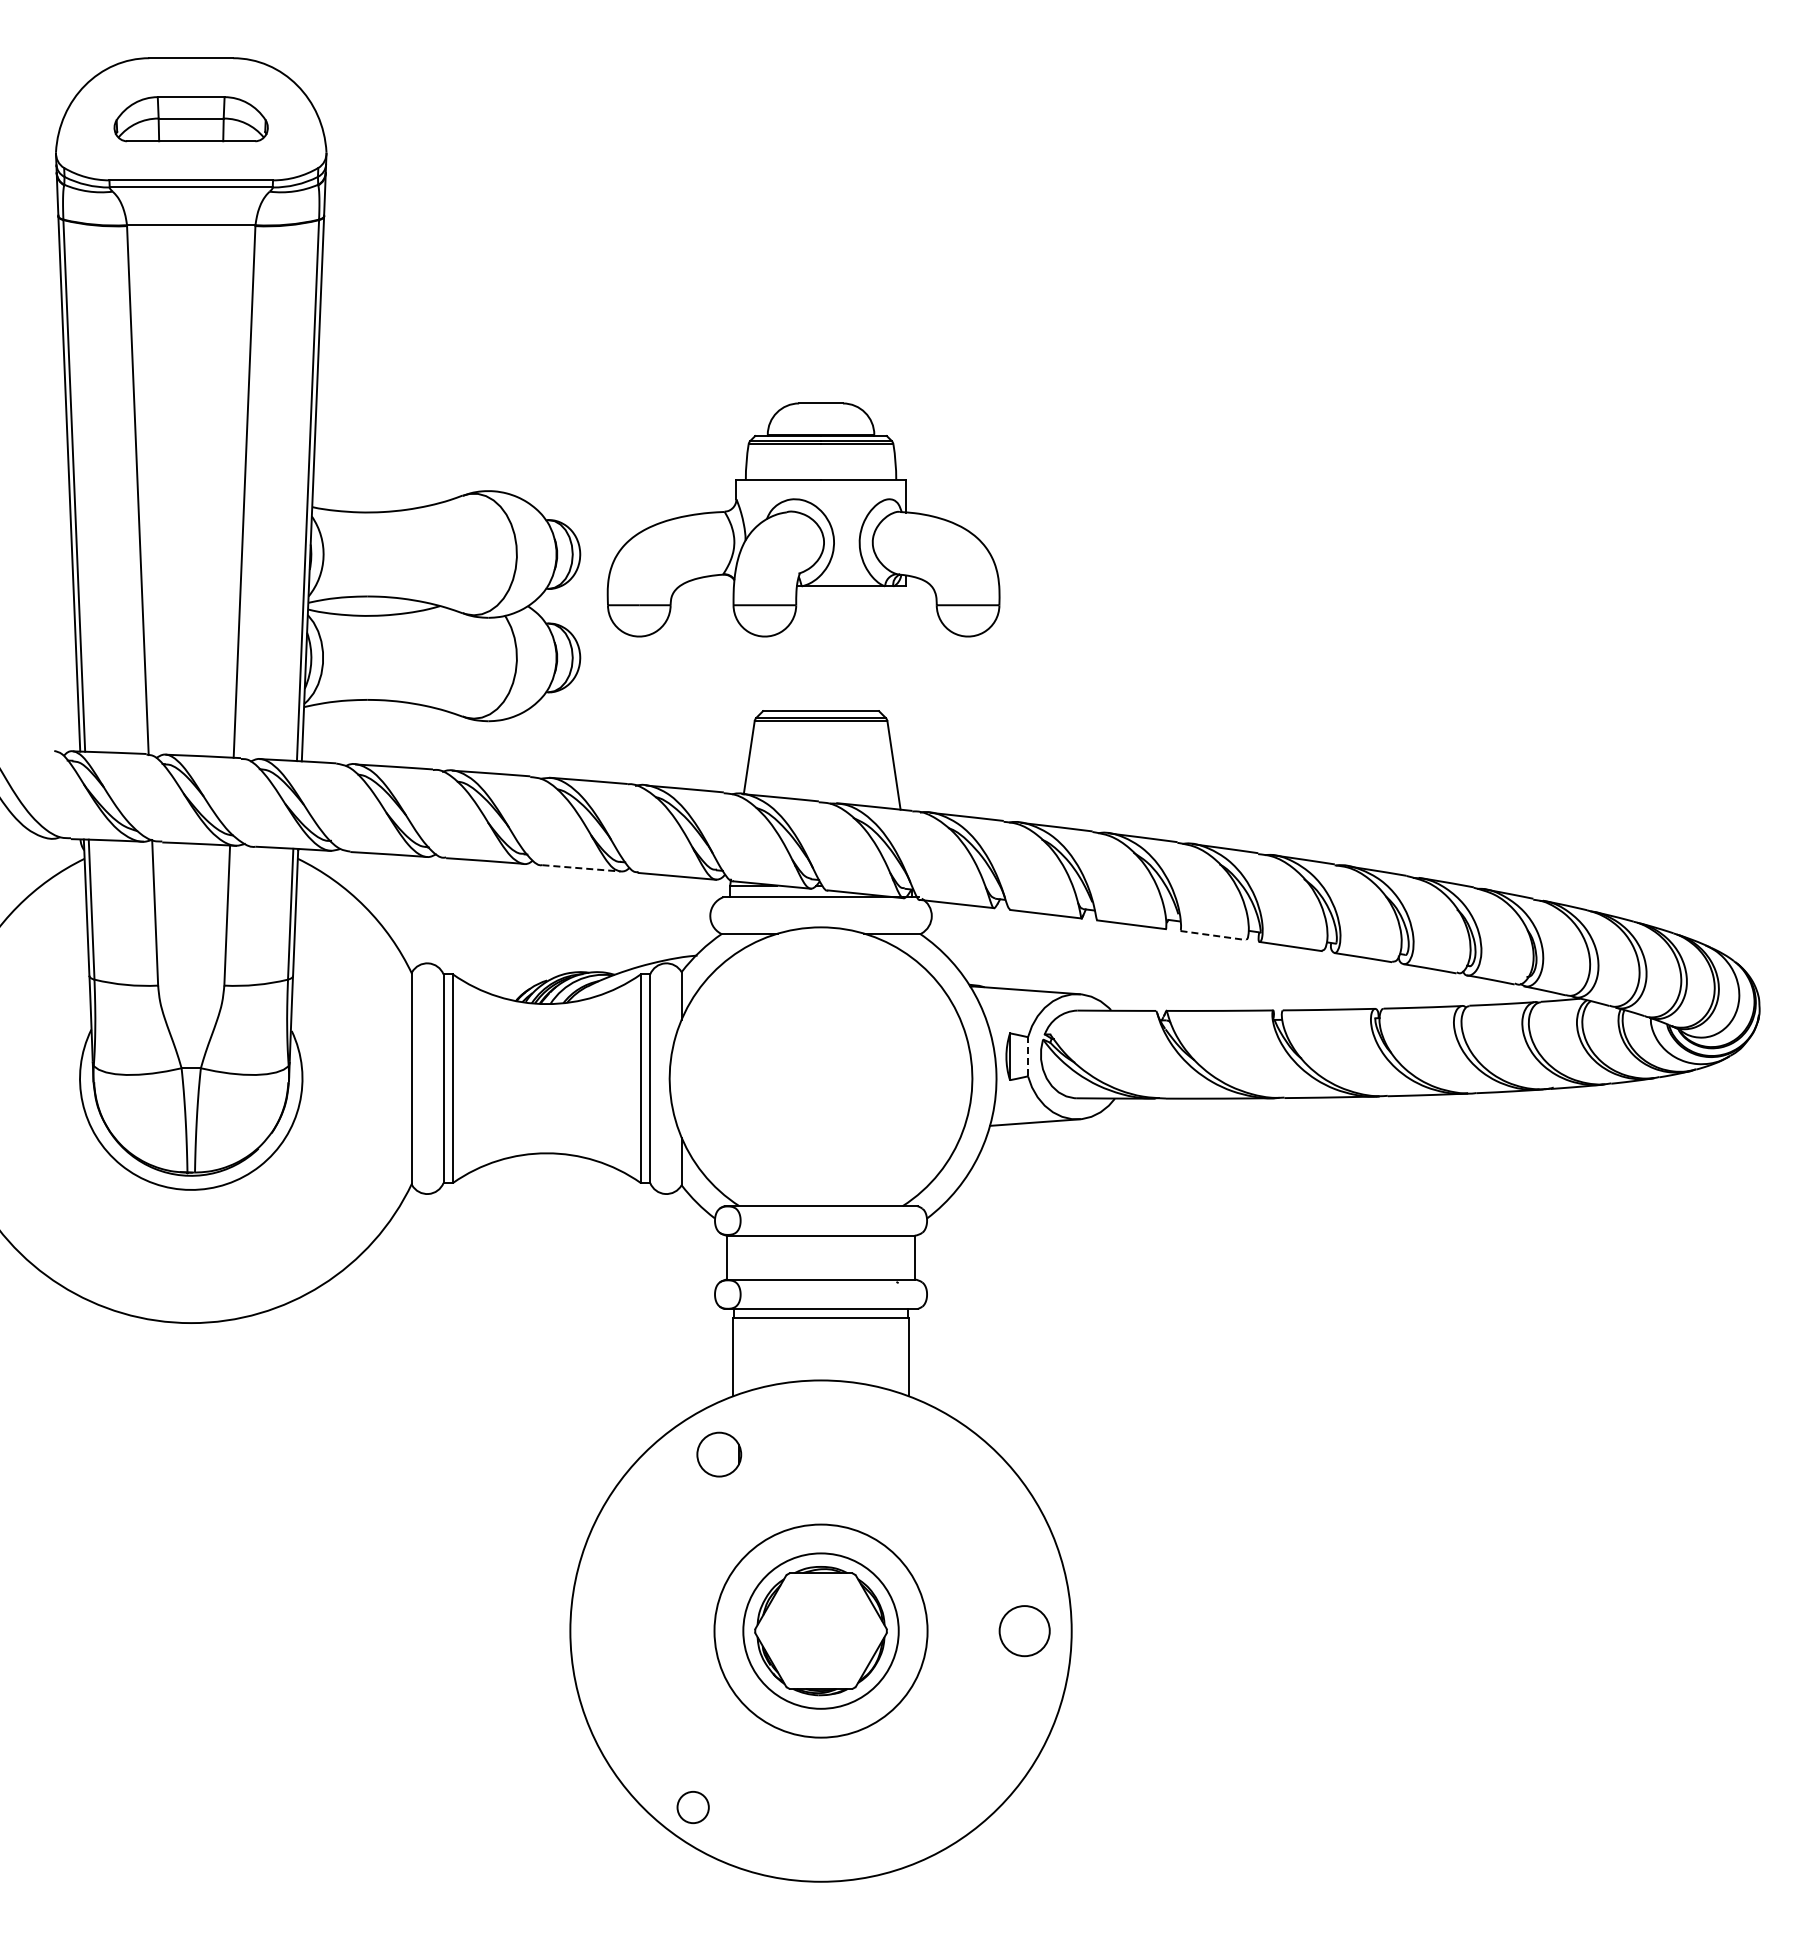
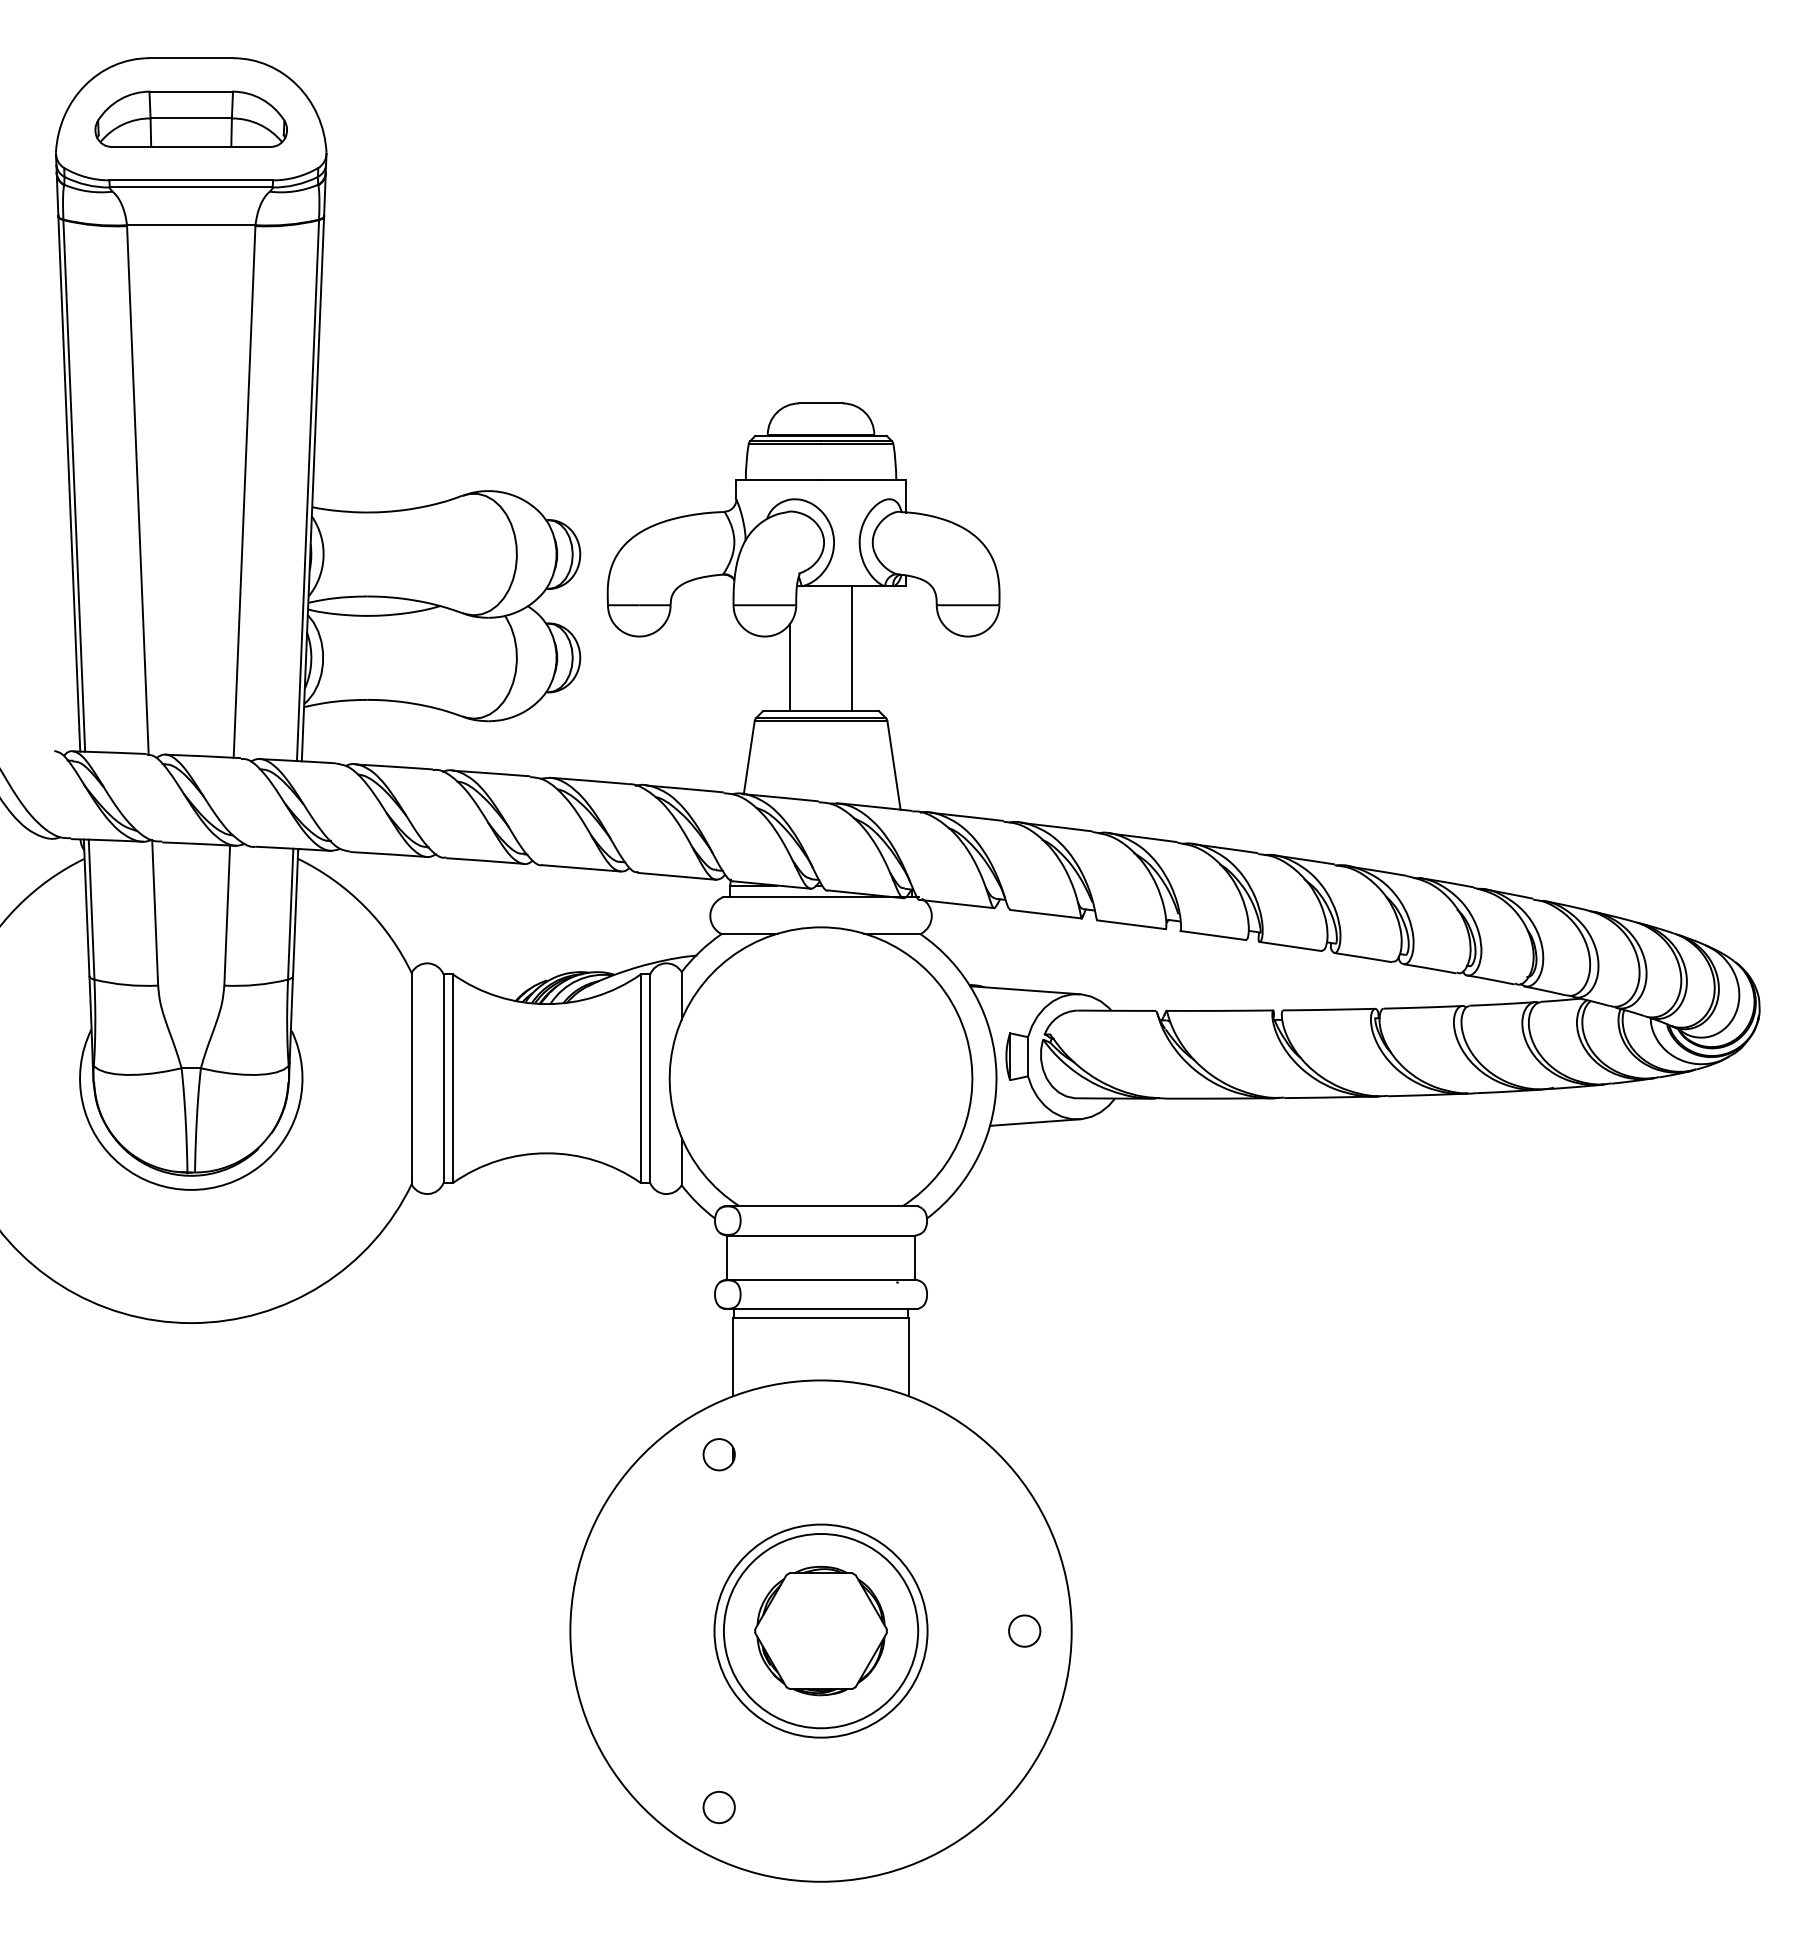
part at (190, 119) size: 156x47 px -> 194x58 px
line at (852, 648): none -> present
line at (789, 667): none -> present
line at (581, 868): dashed -> solid
line at (1213, 935): dashed -> solid
line at (1028, 1056): dashed -> solid
circle at (719, 1454) size: 47x47 px -> 34x34 px
circle at (820, 1630) diameter: 155 px -> 194 px
circle at (1024, 1631) diameter: 50 px -> 31 px
circle at (692, 1807) position: (692, 1807) -> (718, 1807)
